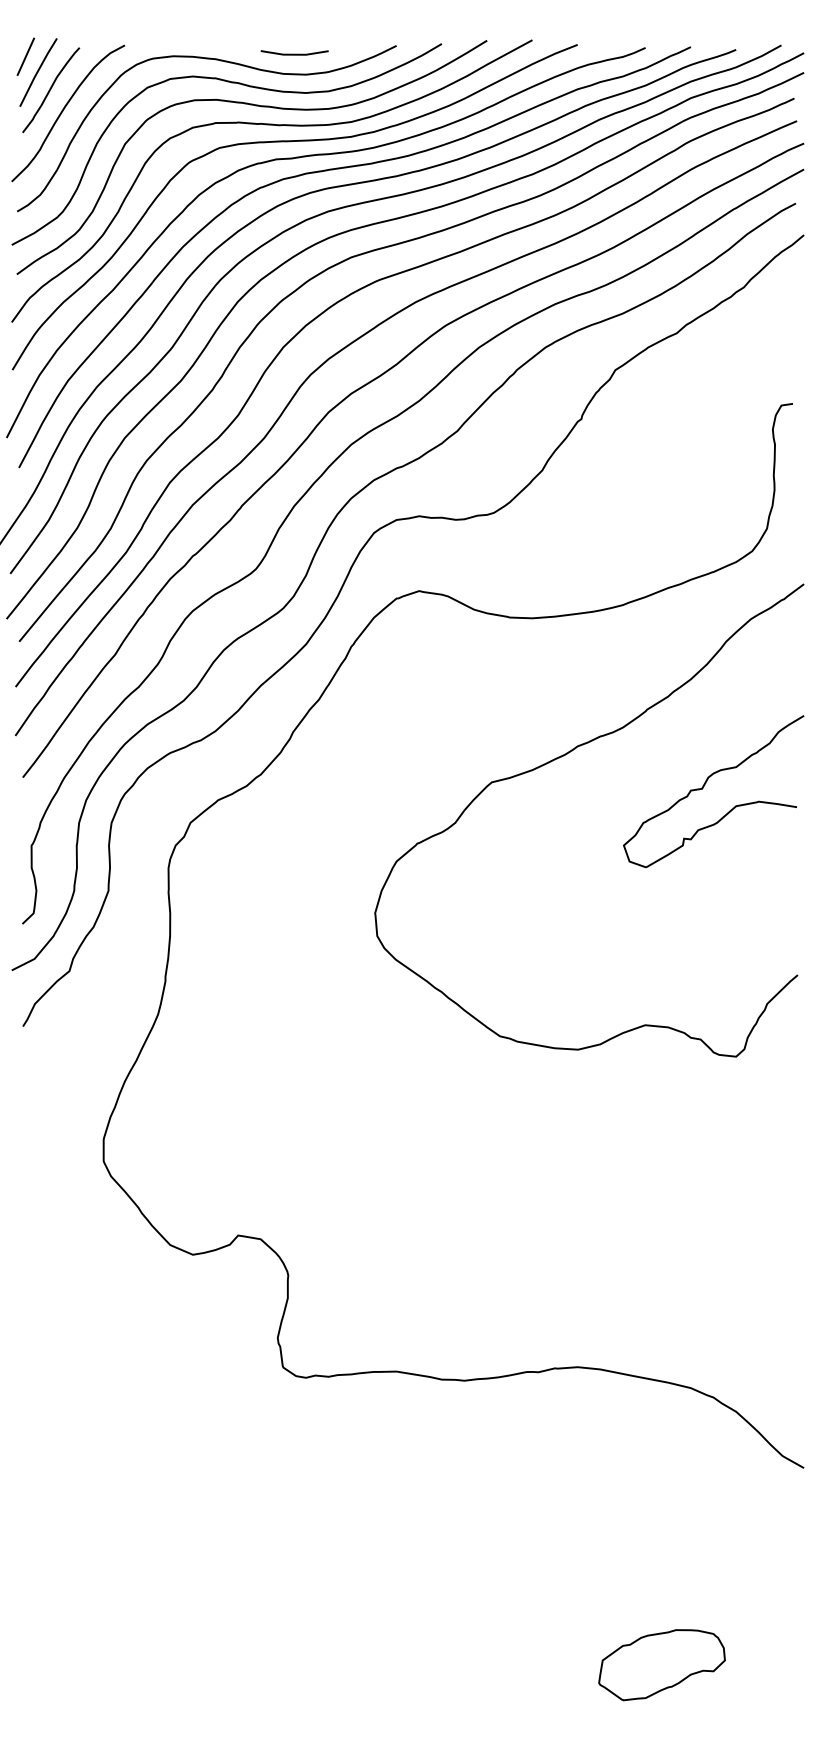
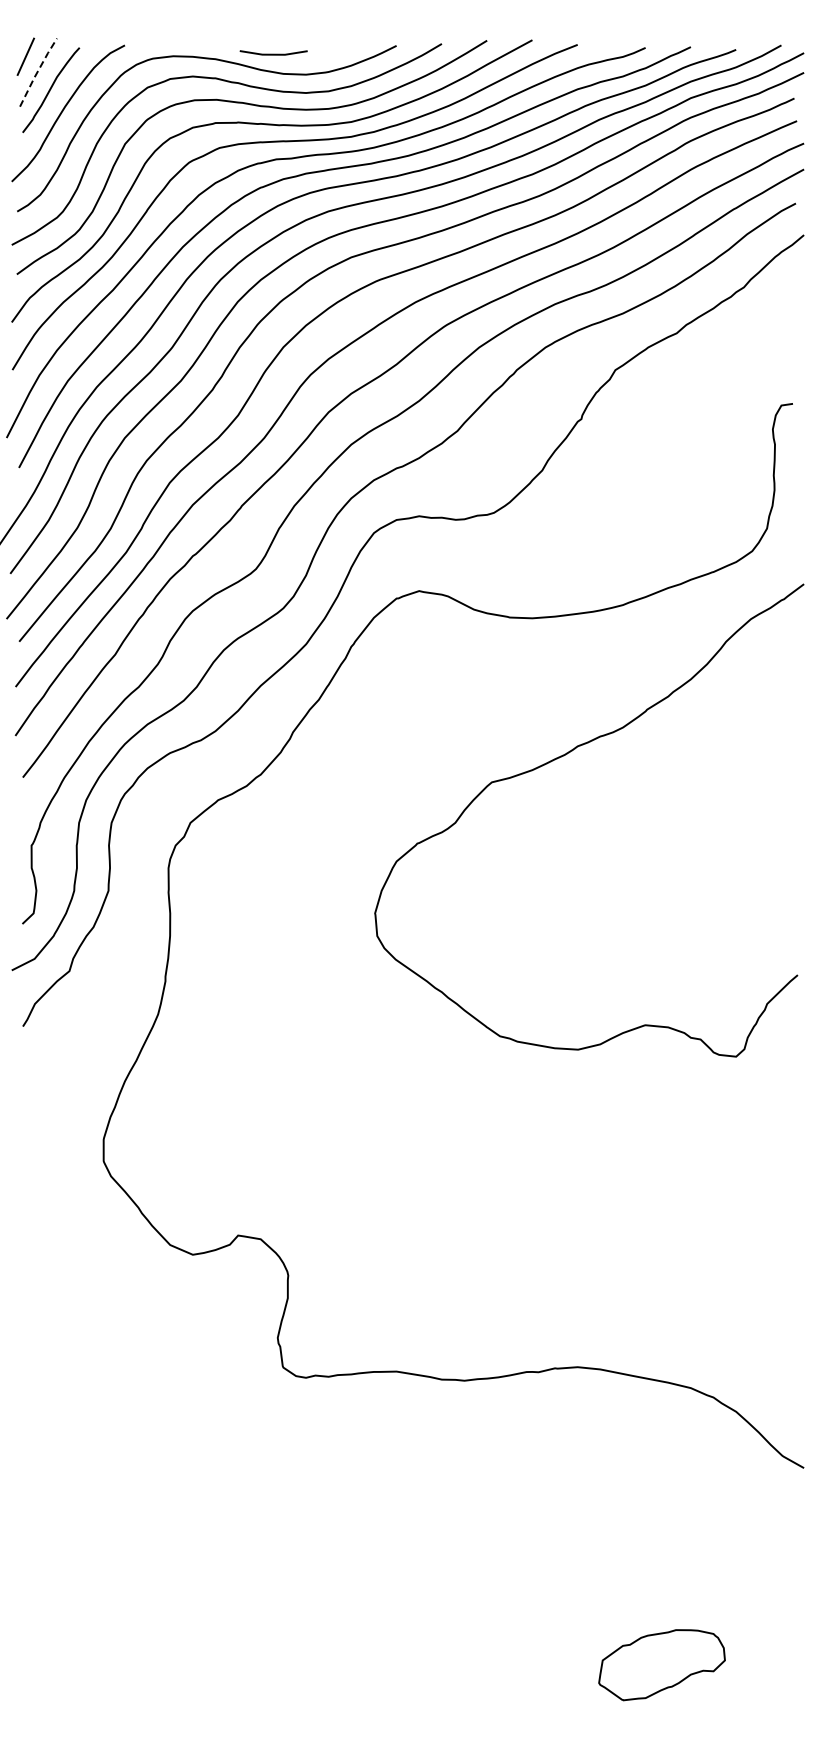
line at (294, 53) position: (294, 53) -> (273, 53)
line at (37, 71): solid -> dashed
curve at (704, 786): present -> none
